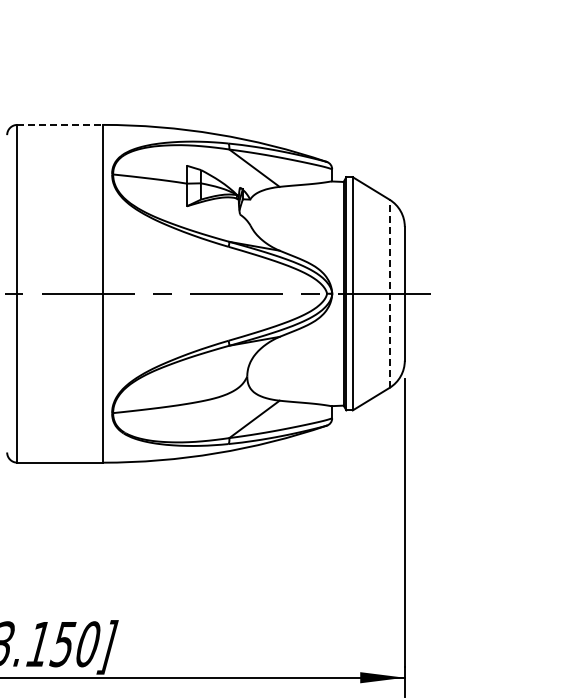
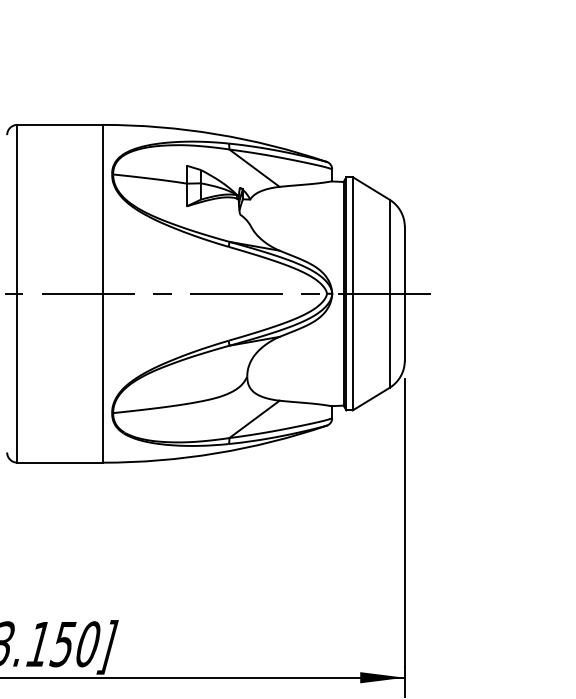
line at (60, 124): dashed -> solid
line at (389, 293): dashed -> solid
